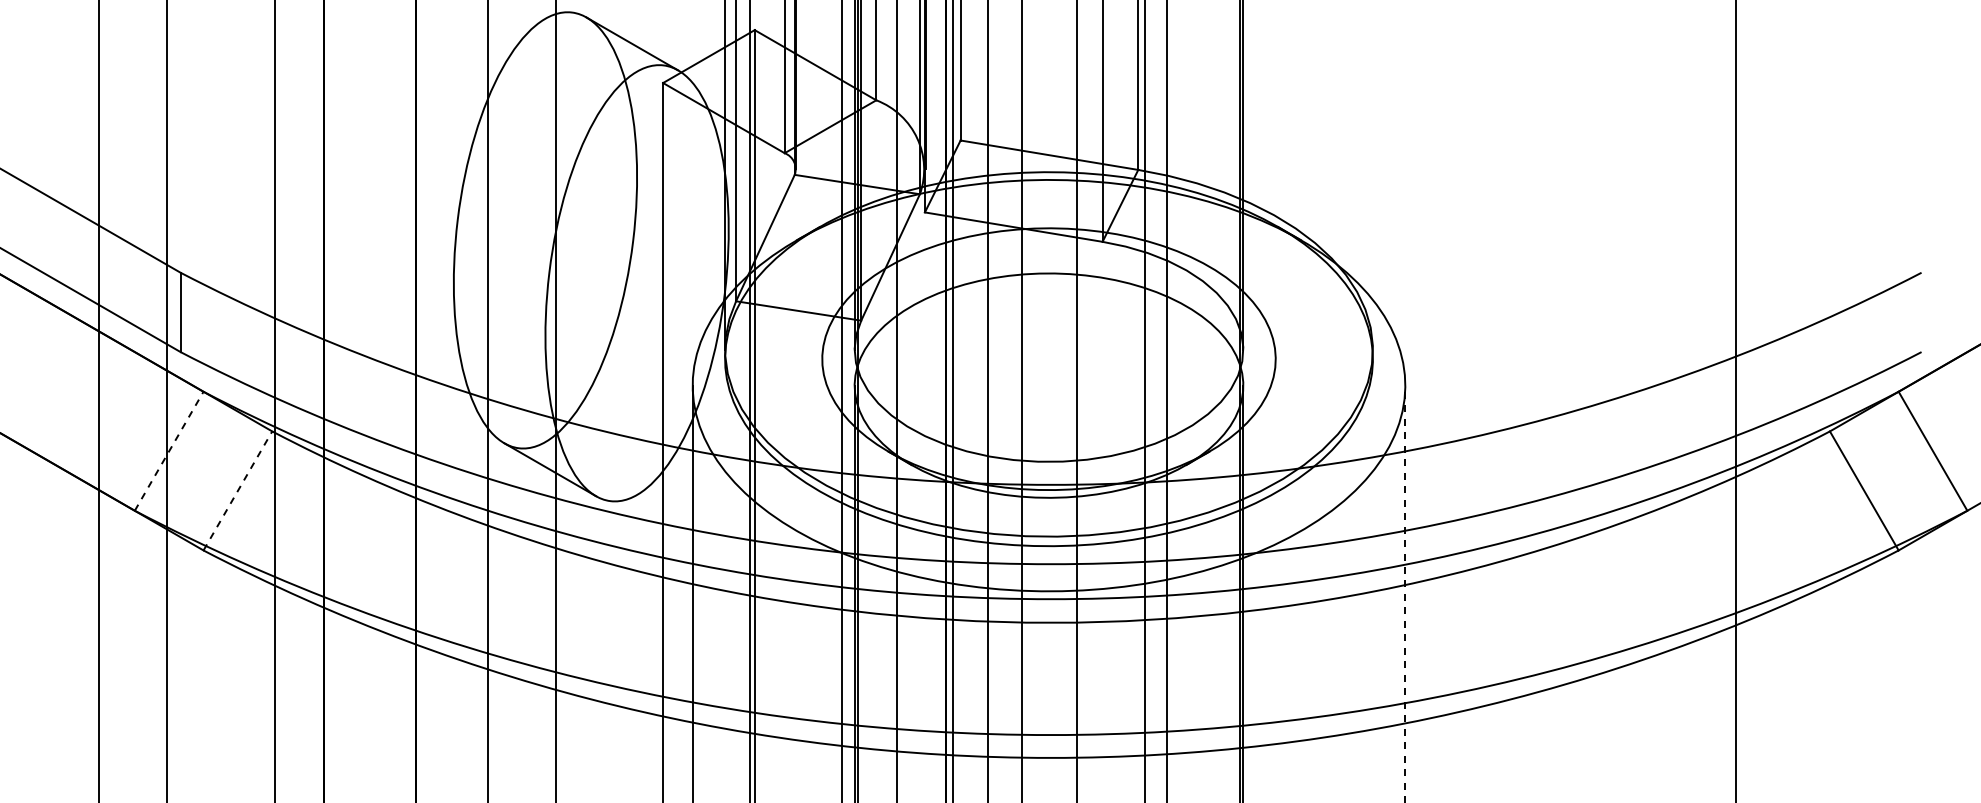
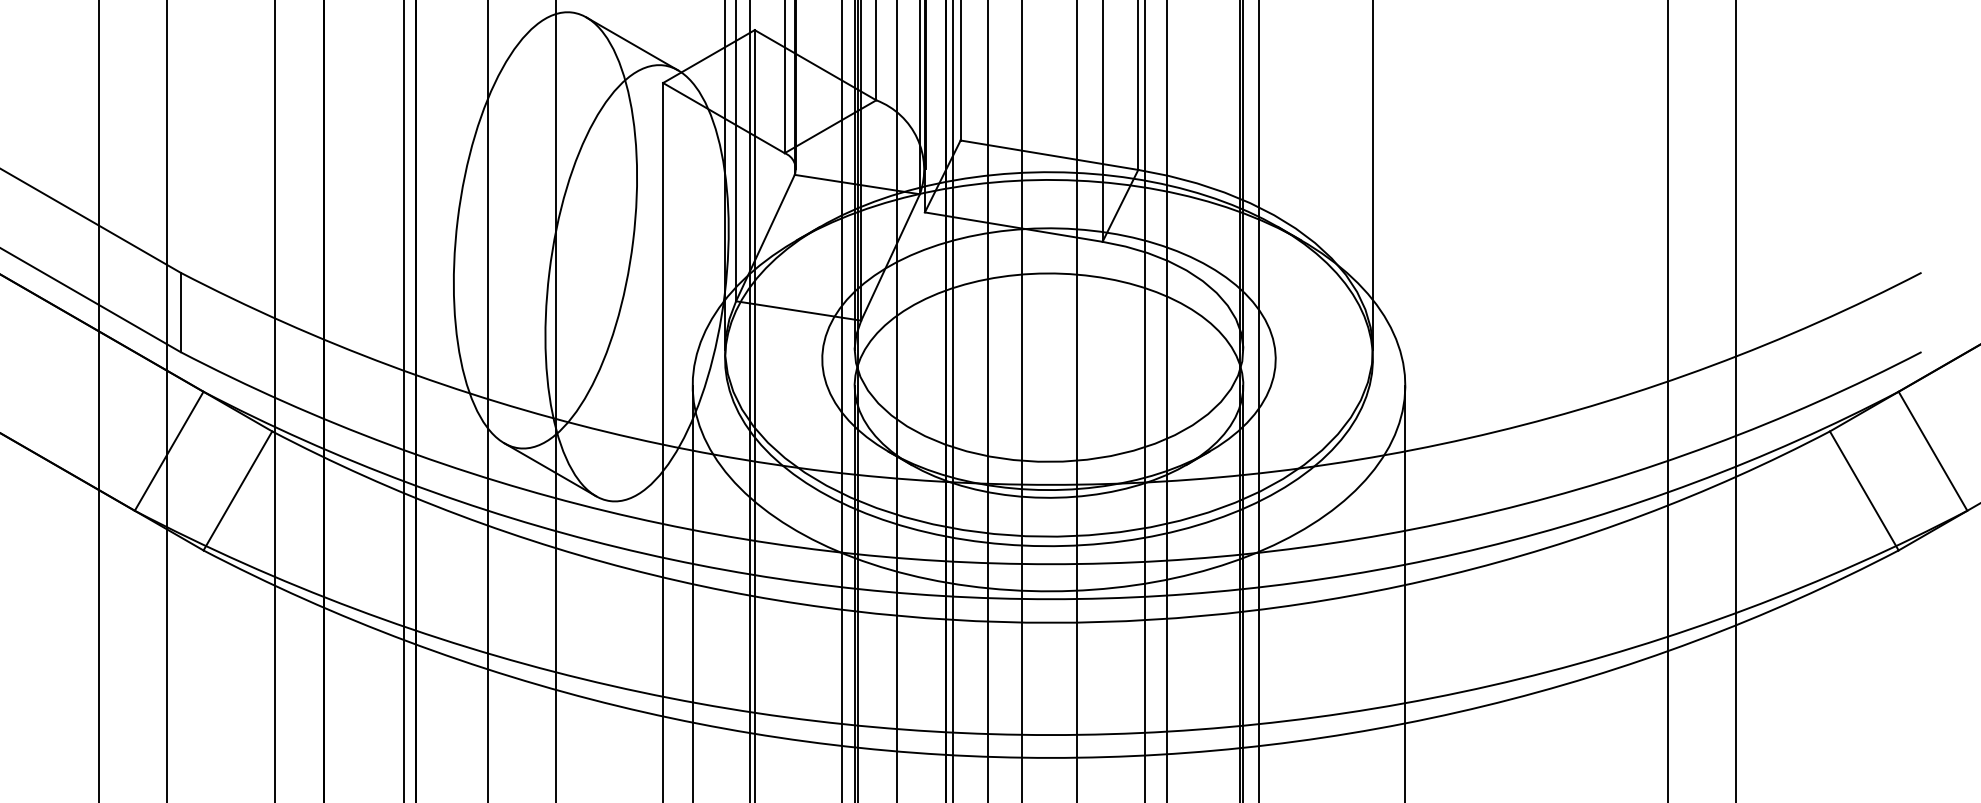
line at (1372, 175): none -> present
line at (404, 400): none -> present
line at (1258, 400): none -> present
line at (1667, 400): none -> present
line at (169, 451): dashed -> solid
line at (237, 490): dashed -> solid
line at (1405, 593): dashed -> solid
